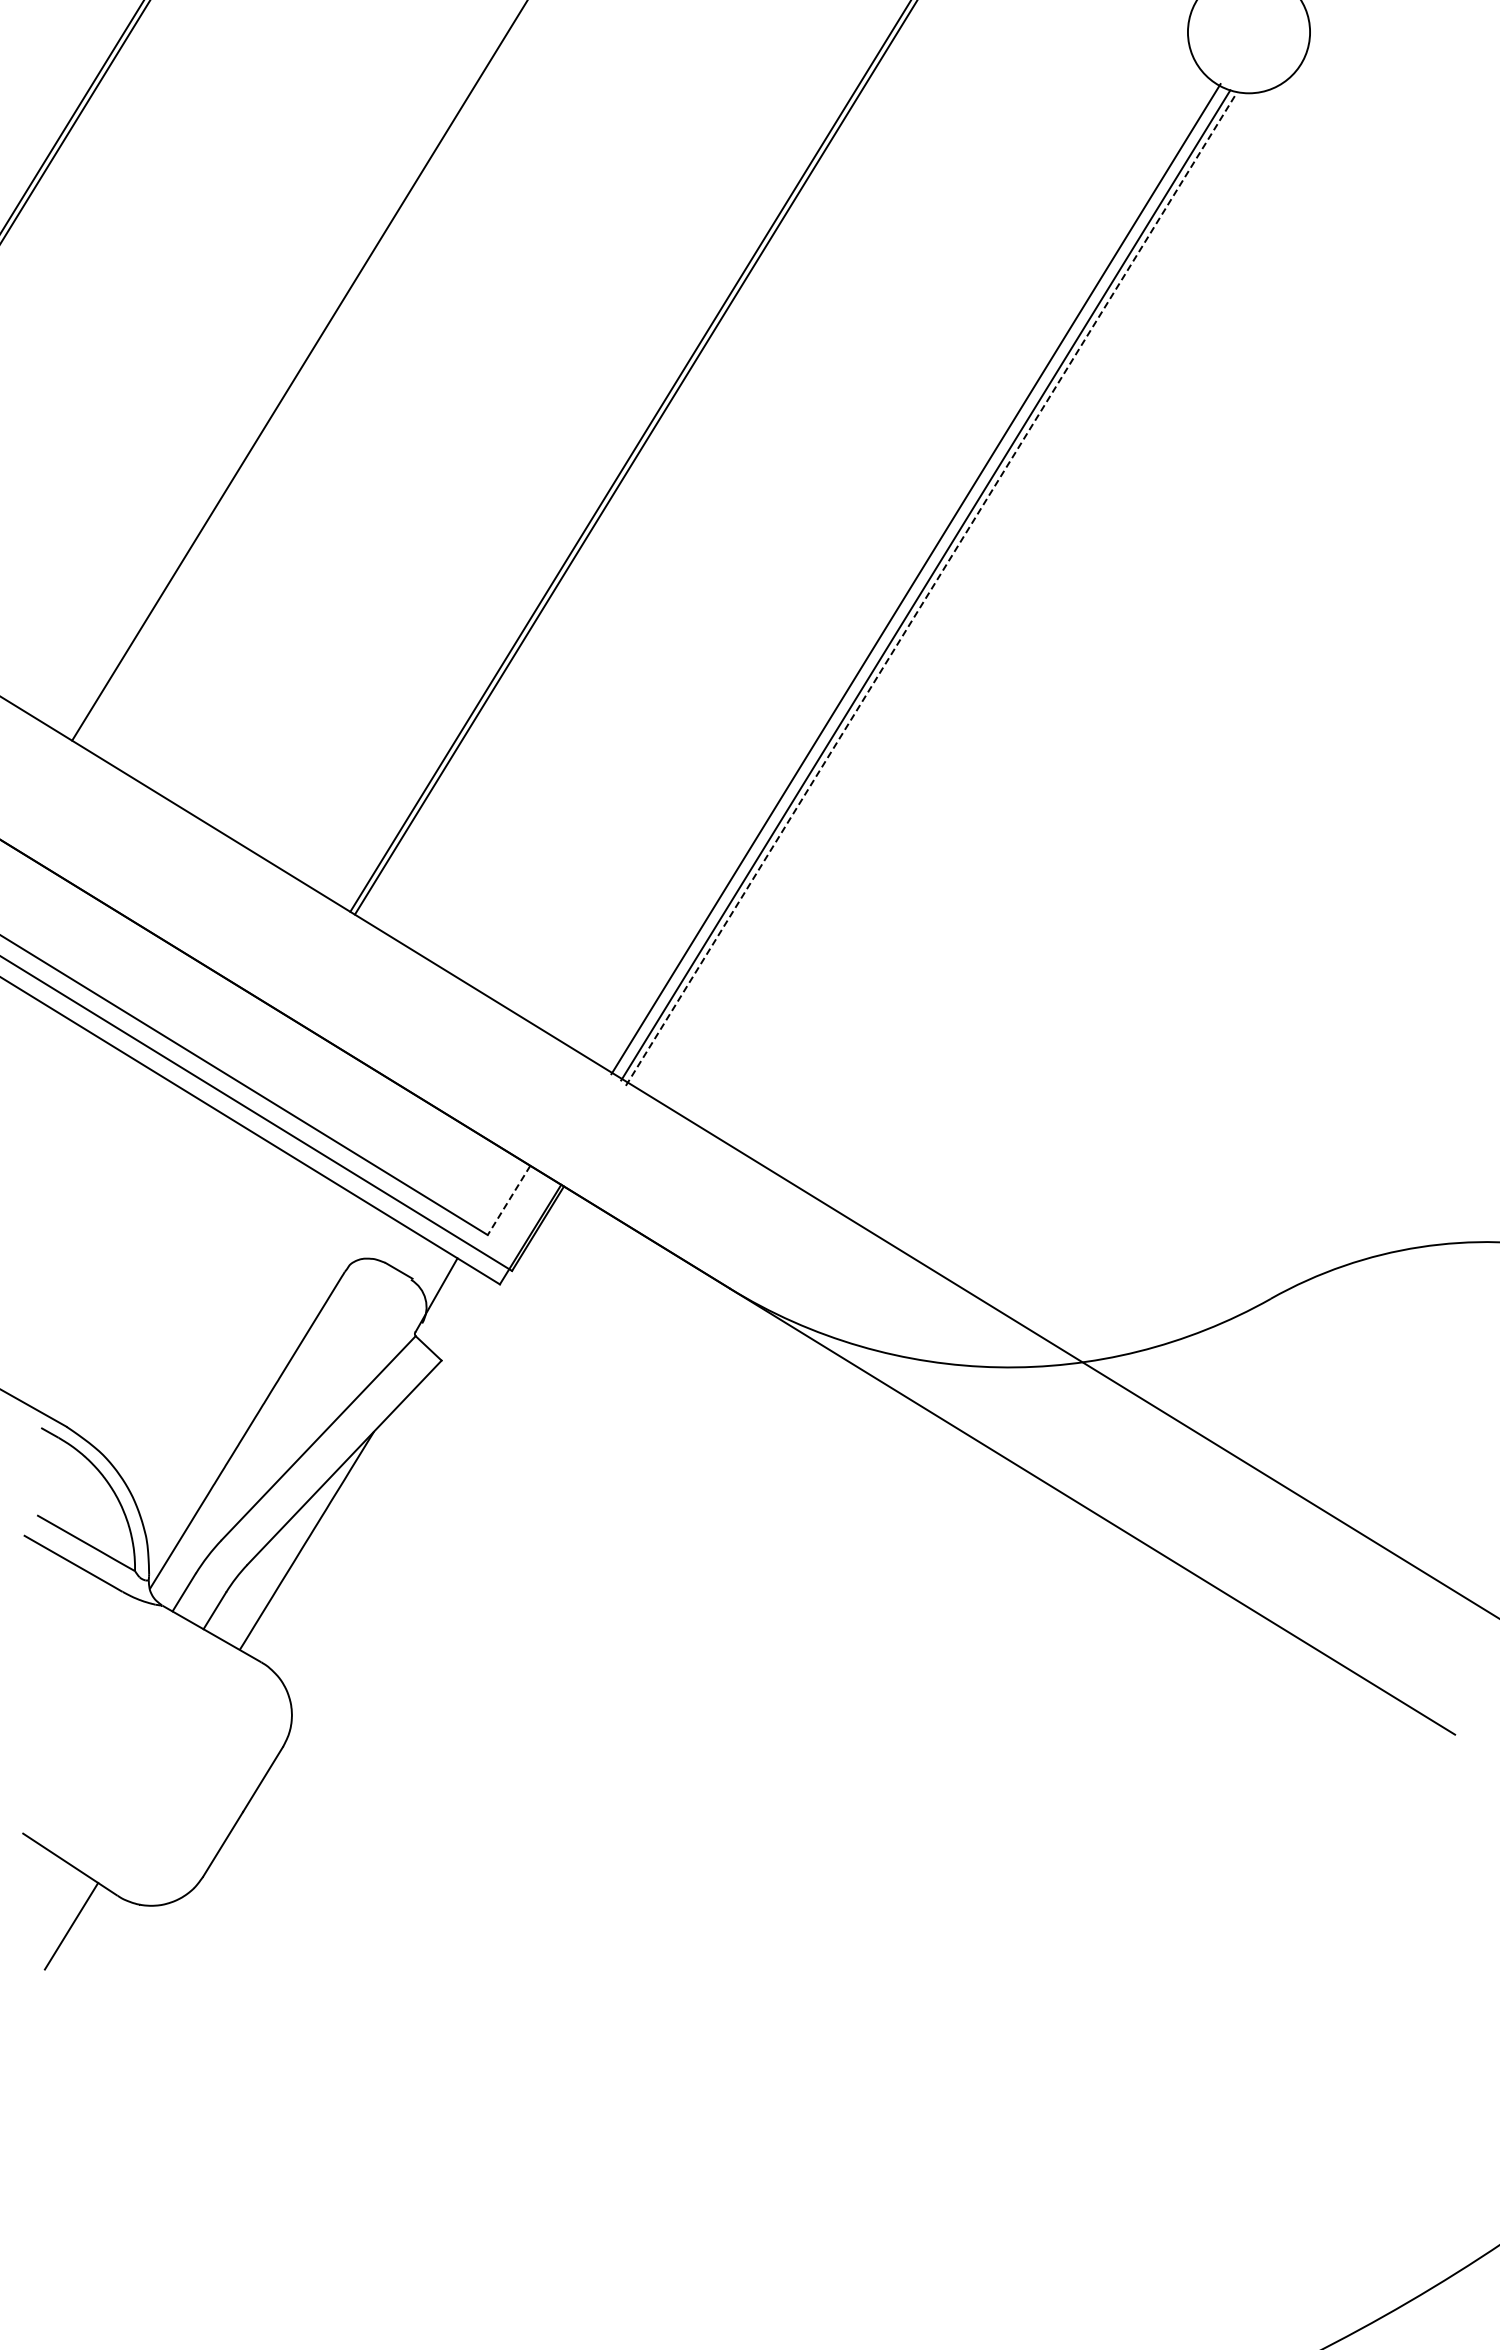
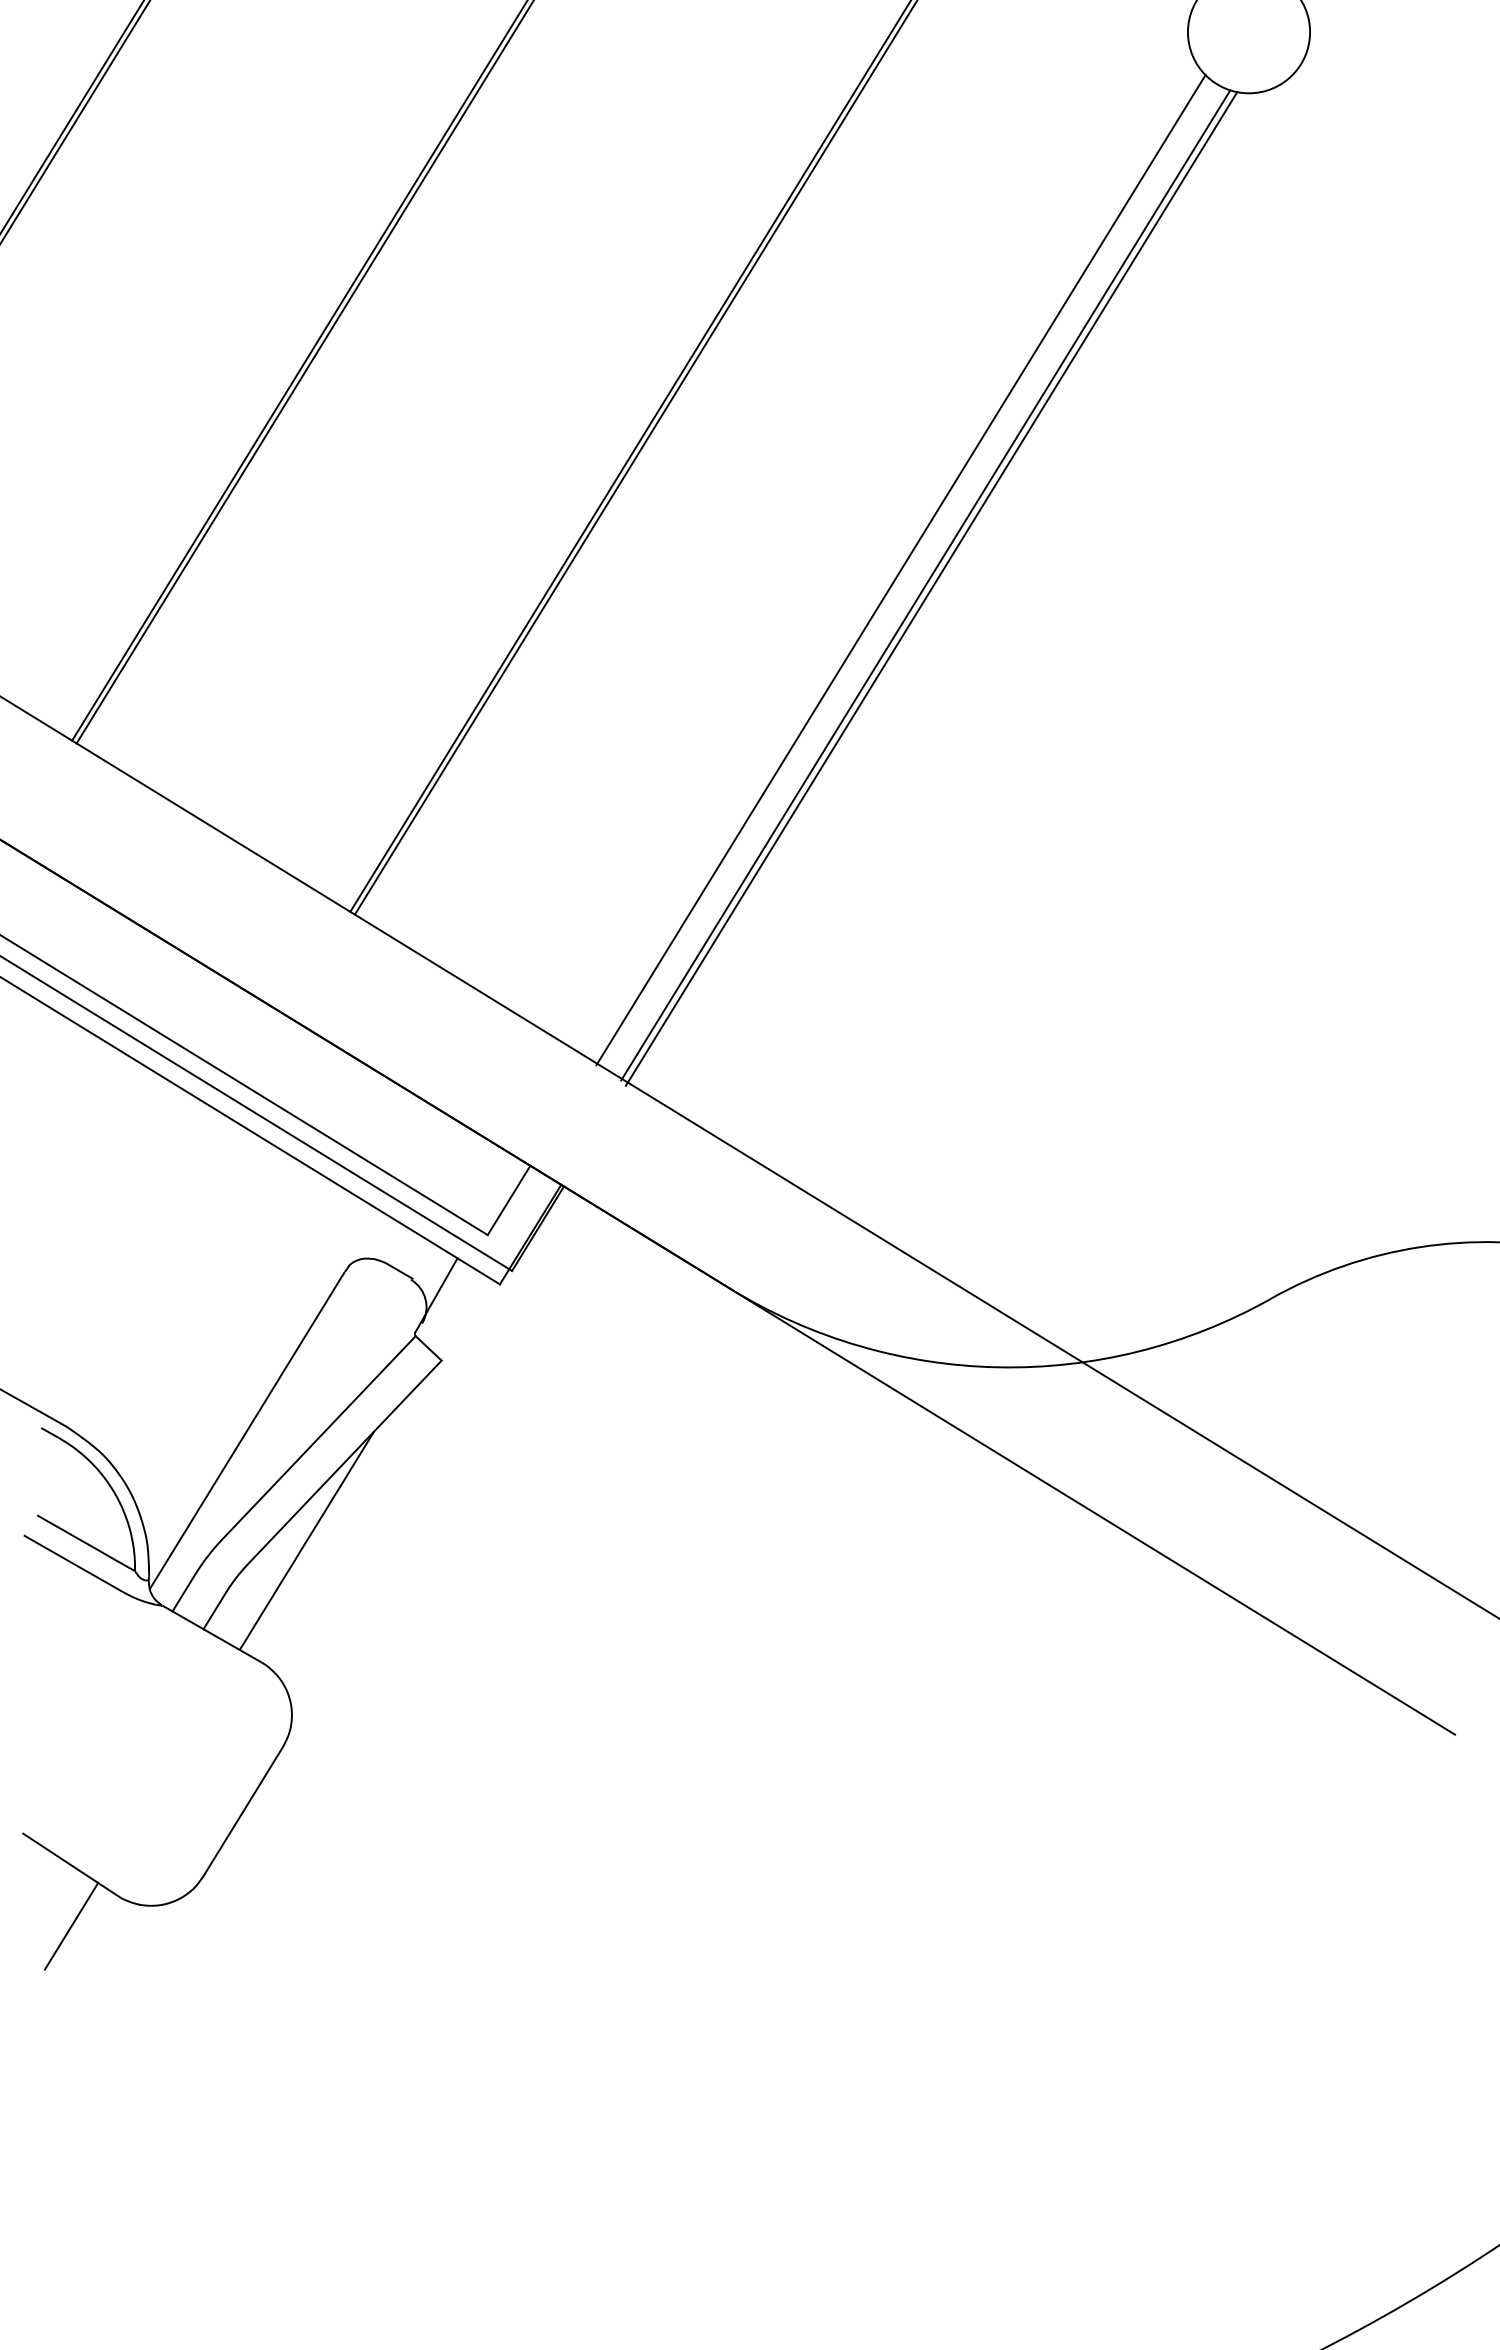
line at (304, 372): none -> present
line at (915, 579) position: (915, 579) -> (900, 570)
line at (931, 588): dashed -> solid
line at (509, 1200): dashed -> solid
